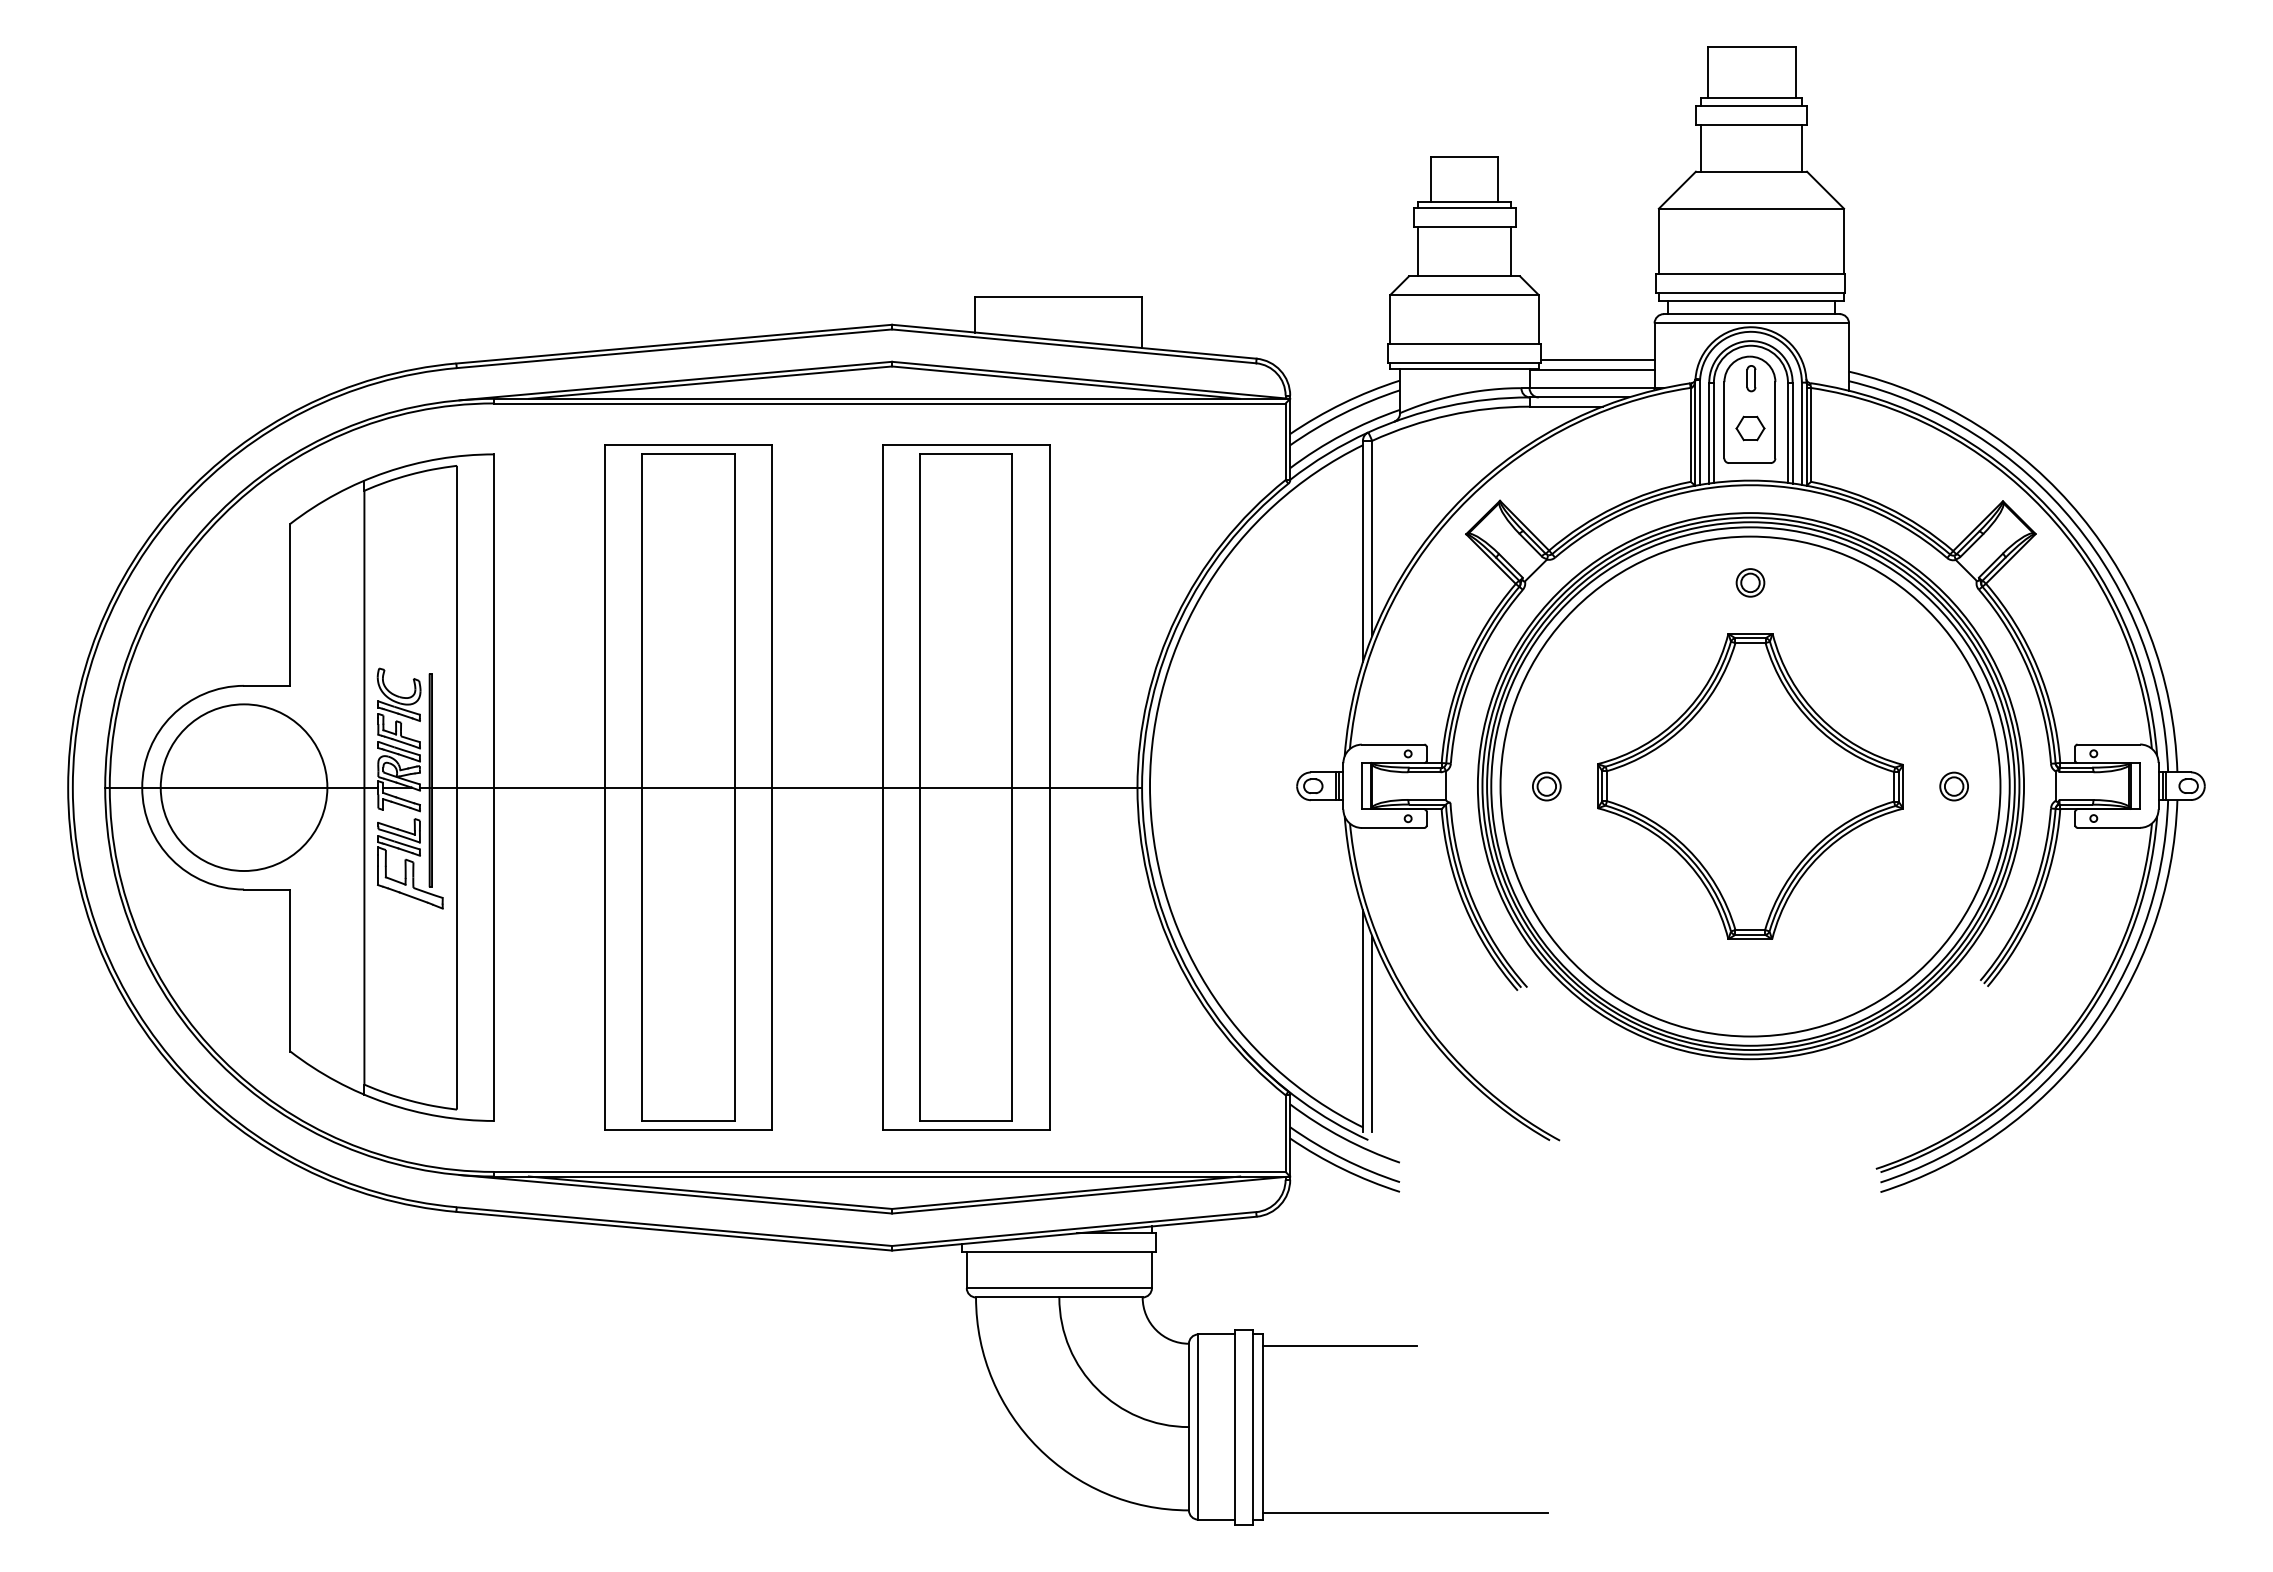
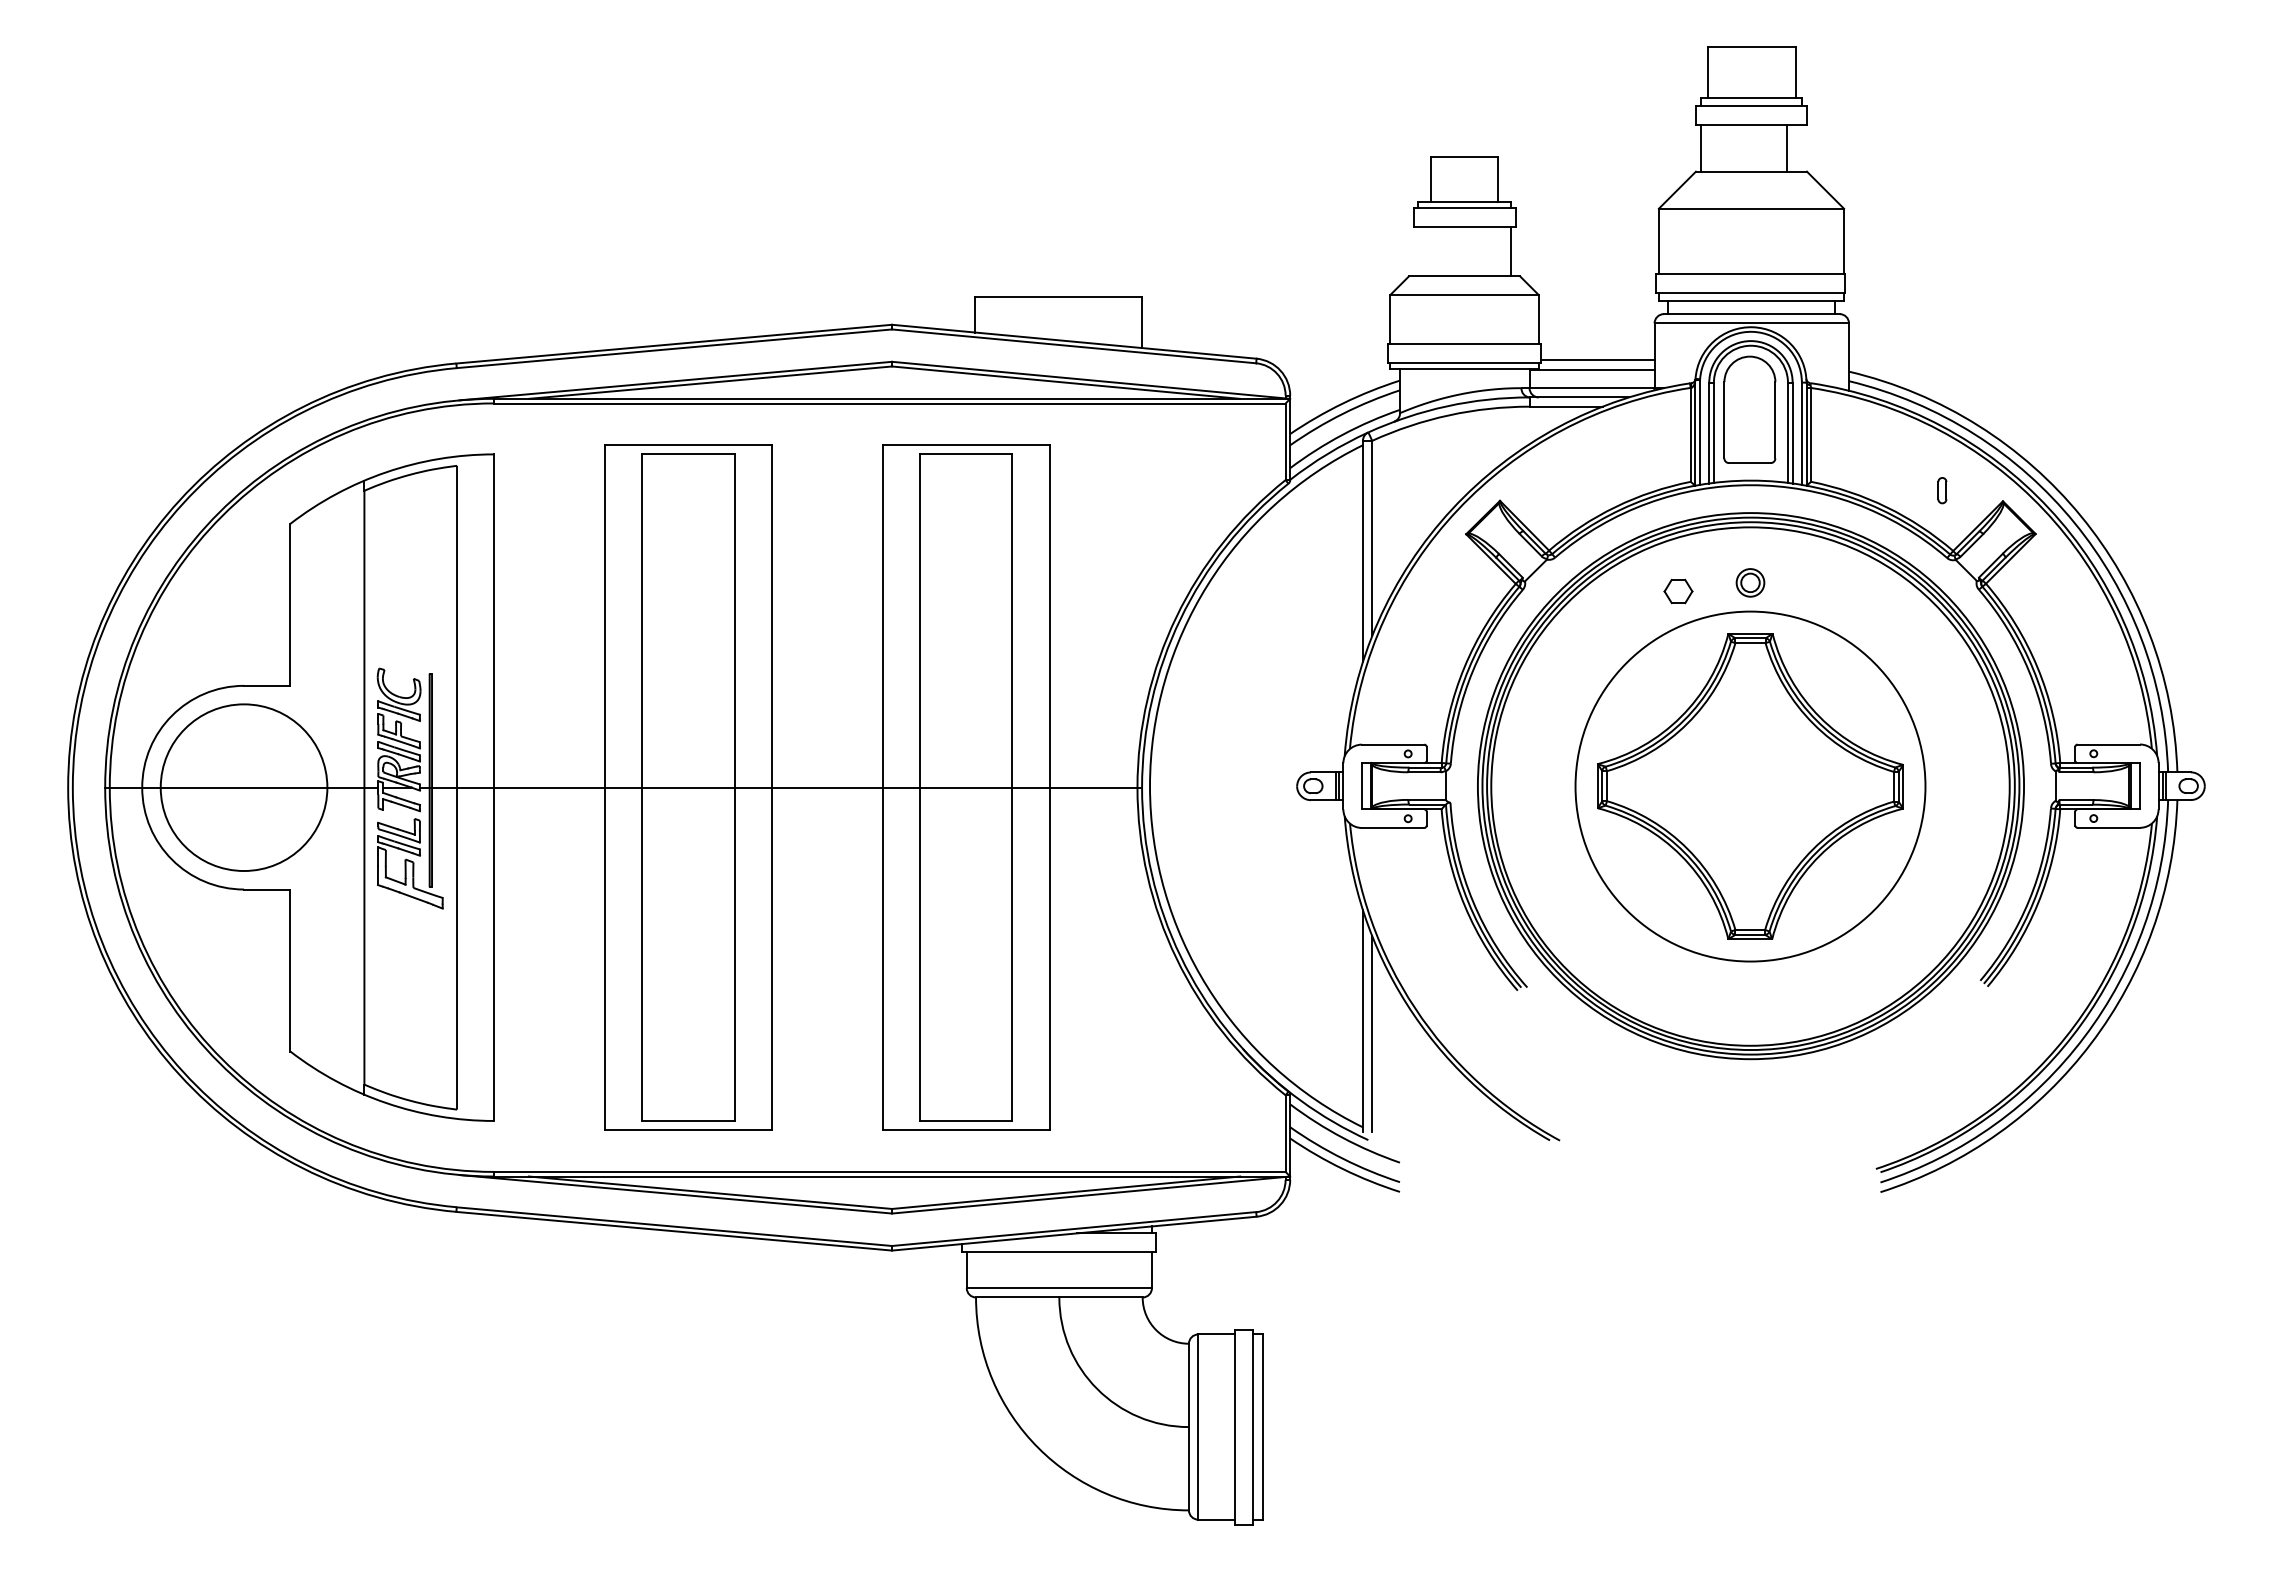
line at (1802, 147) position: (1802, 147) -> (1787, 147)
line at (1418, 251): present -> none
part at (1751, 378) position: (1751, 378) -> (1942, 490)
part at (1750, 428) position: (1750, 428) -> (1678, 591)
part at (1546, 786): present -> none
circle at (1750, 786) diameter: 500 px -> 350 px
part at (1953, 786): present -> none
line at (1340, 1345): present -> none
line at (1405, 1512): present -> none
